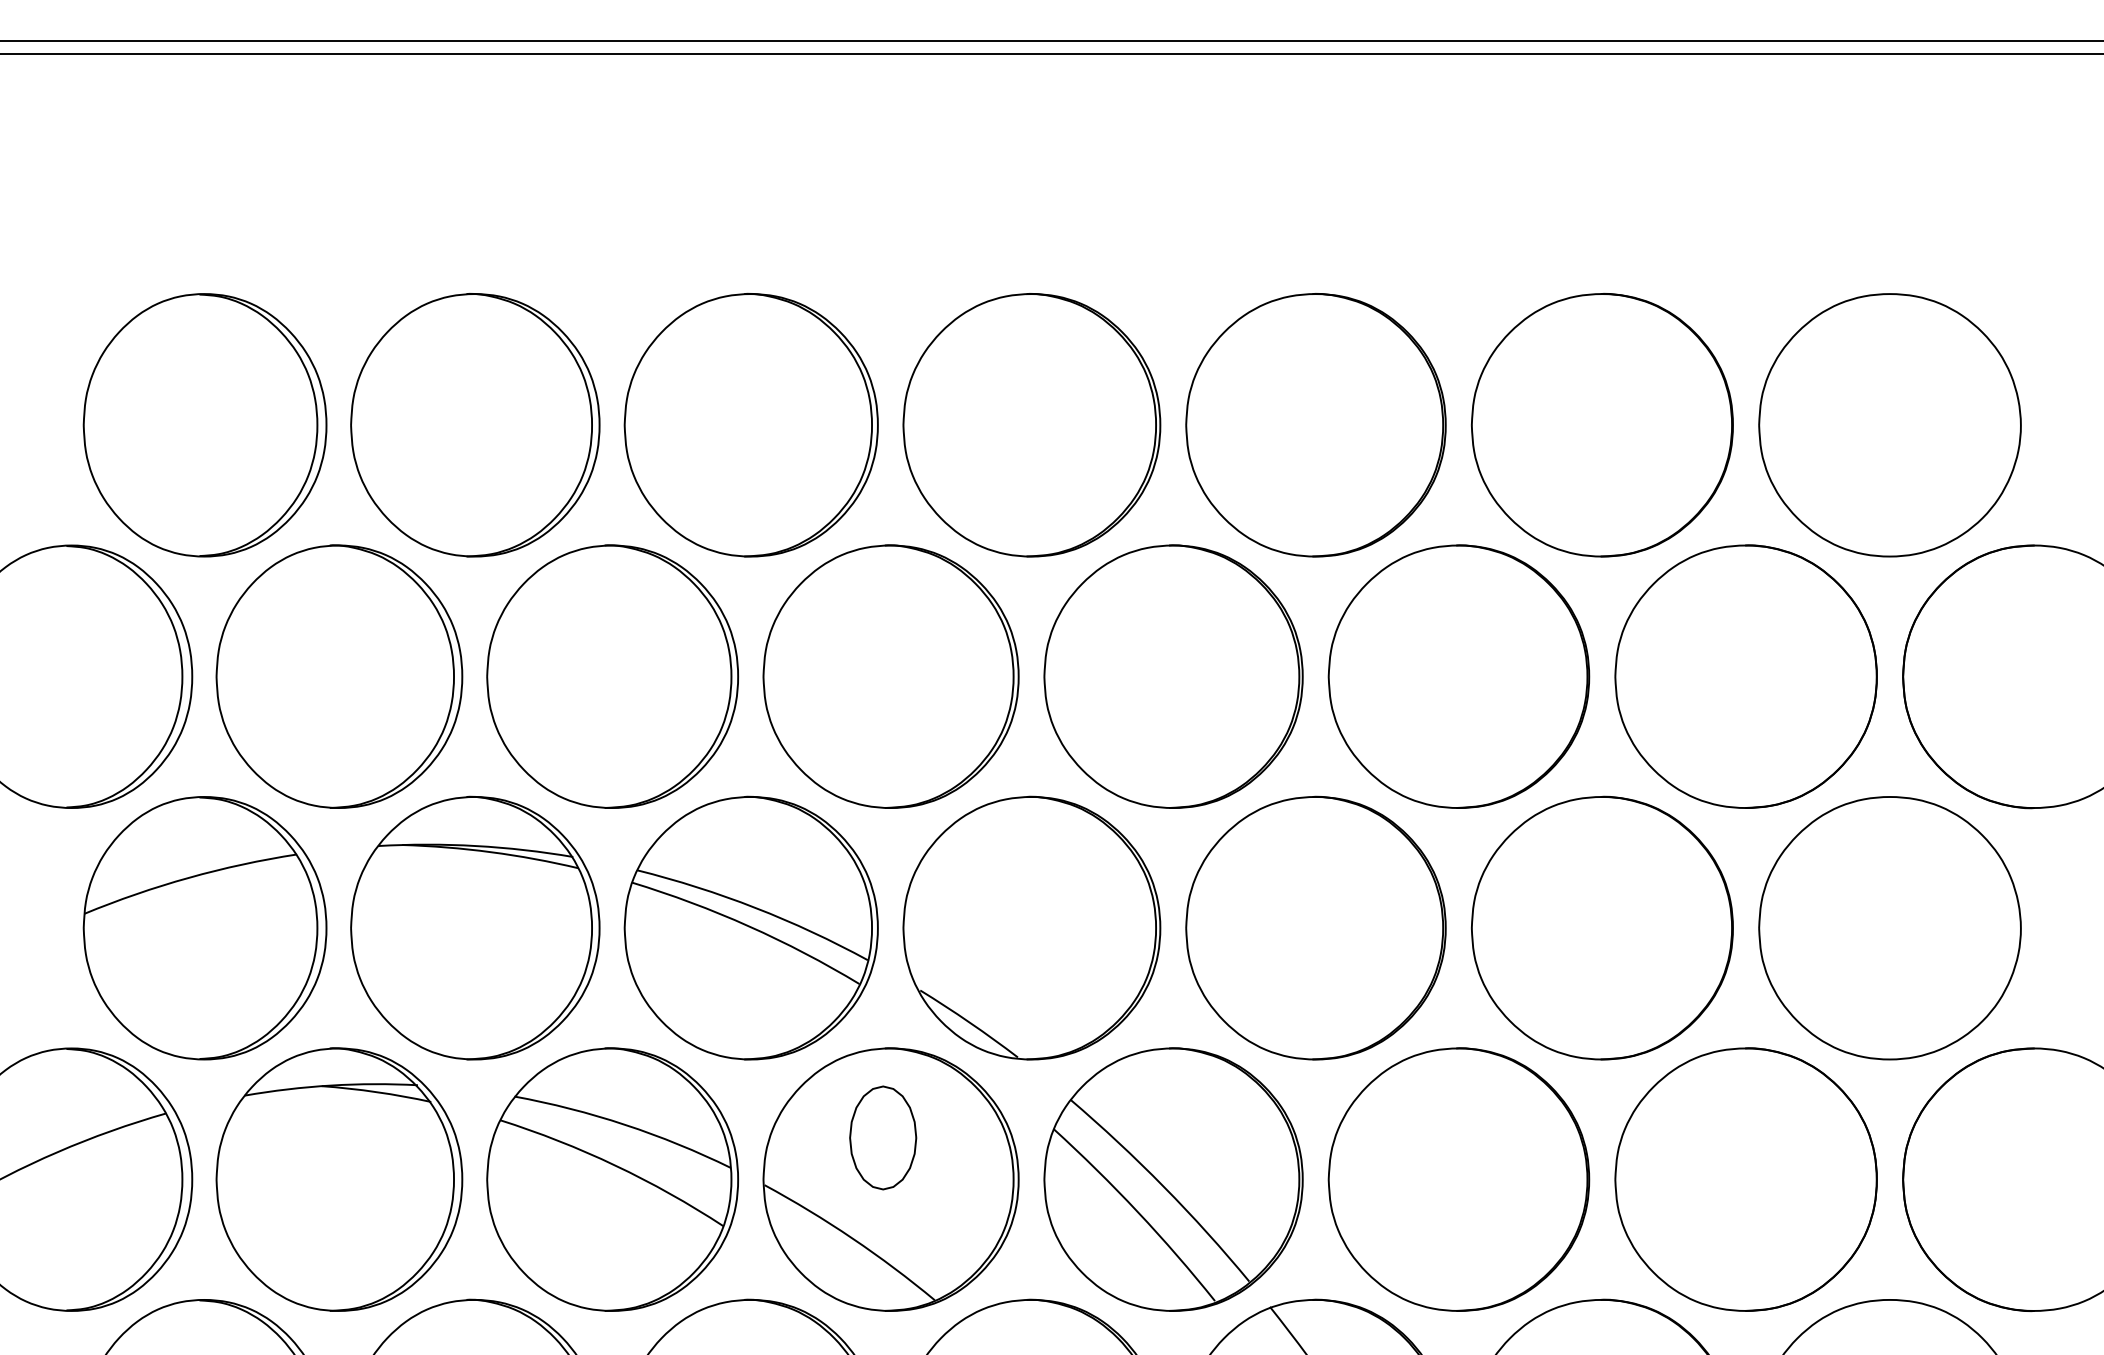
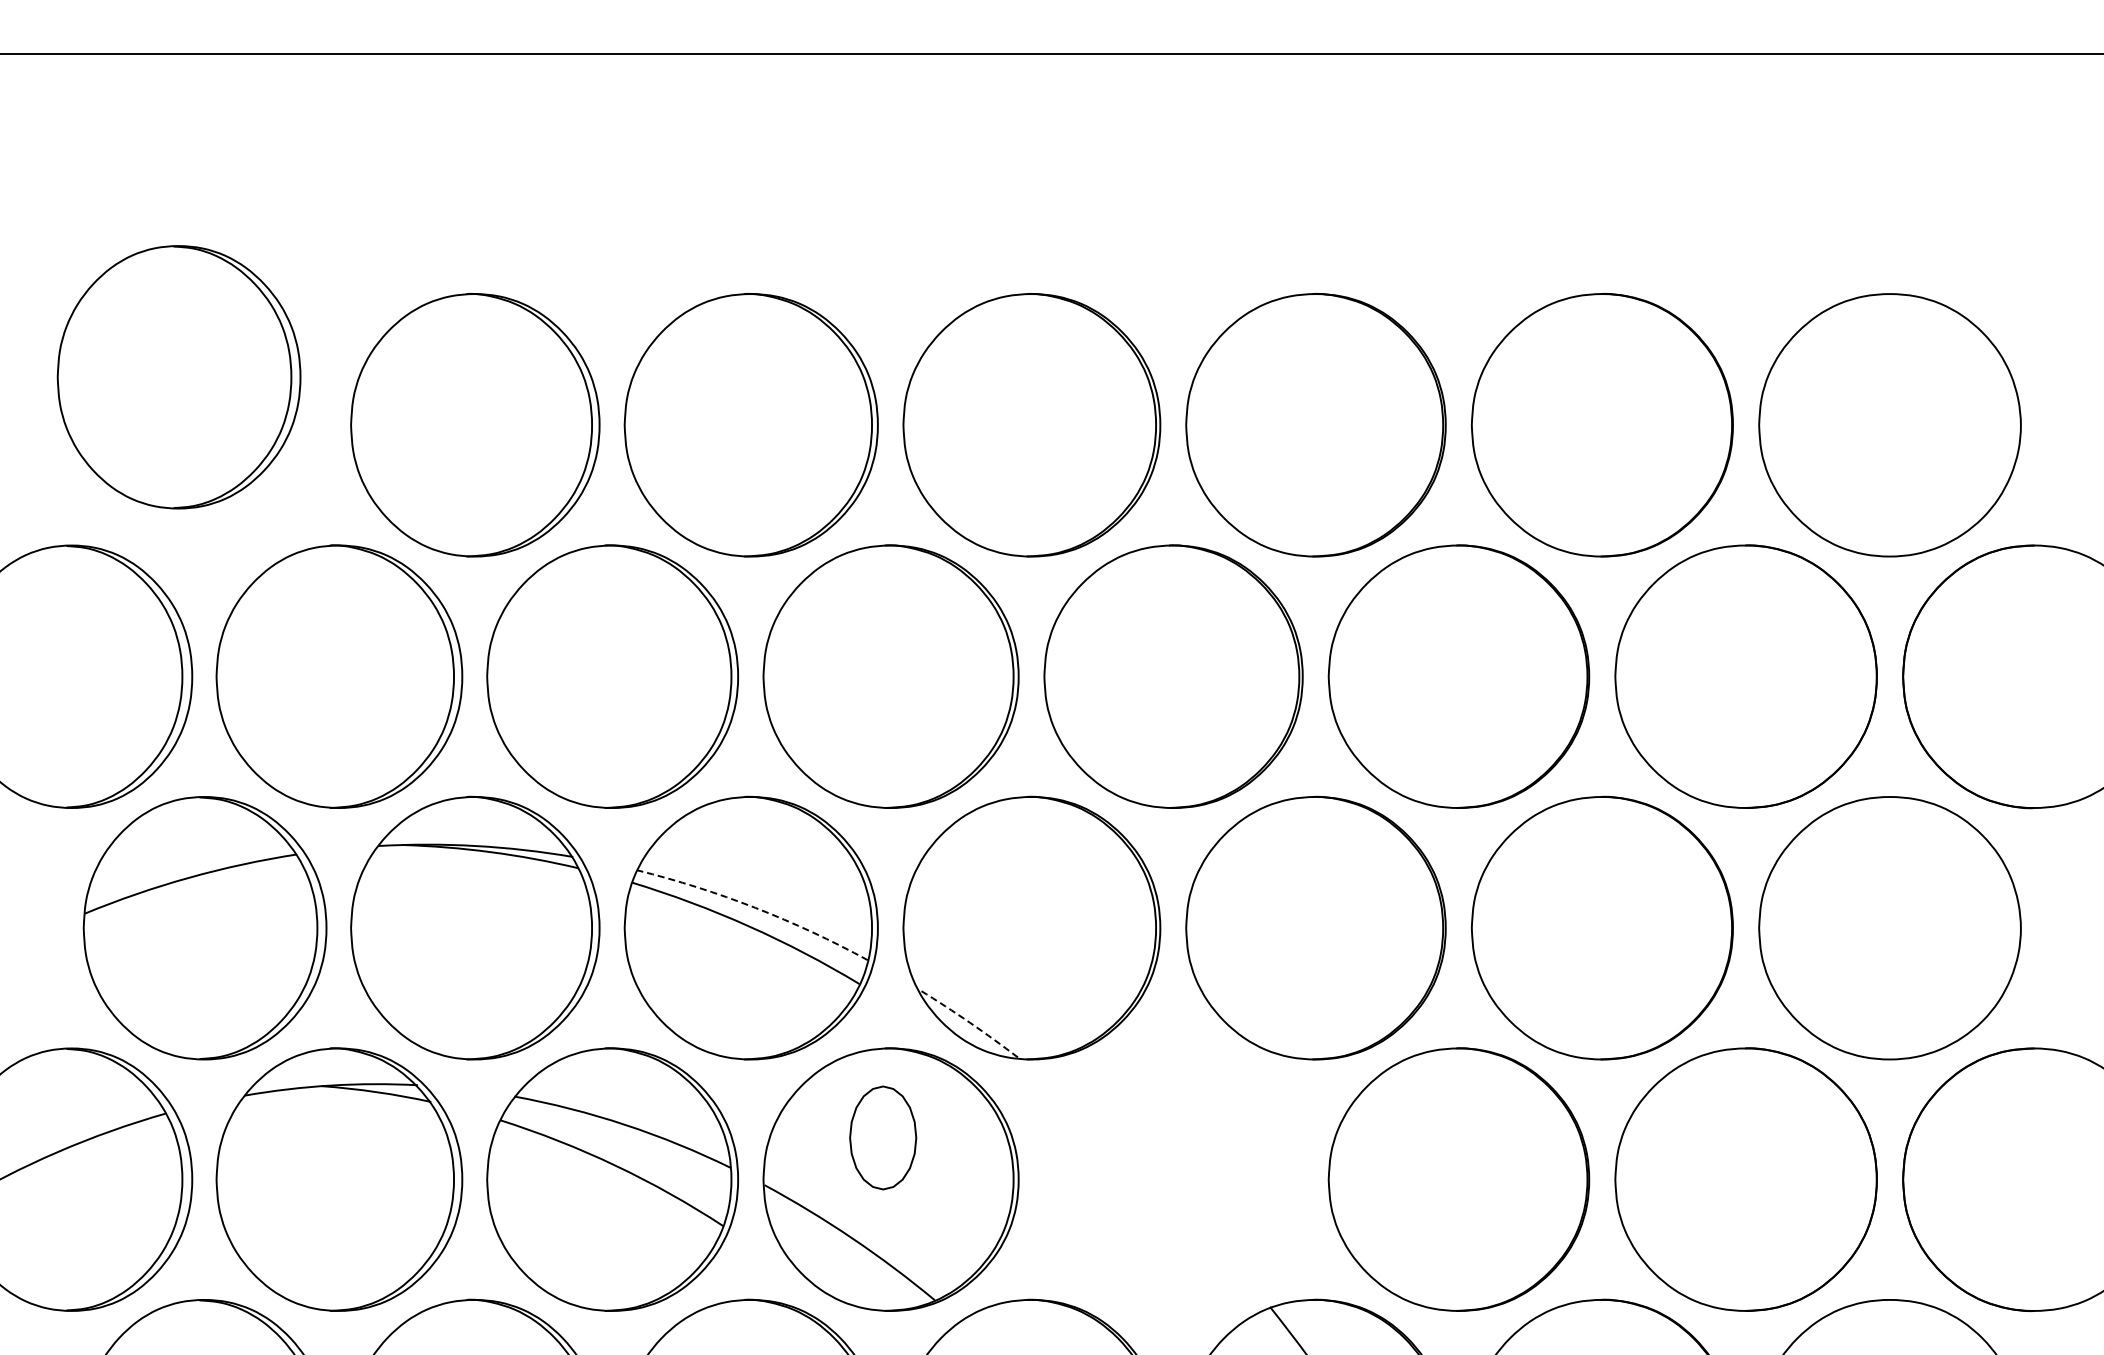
line at (1051, 40): present -> none
part at (204, 425) position: (204, 425) -> (178, 377)
arc at (755, 907): solid -> dashed
arc at (969, 1022): solid -> dashed
part at (1173, 1179): present -> none
